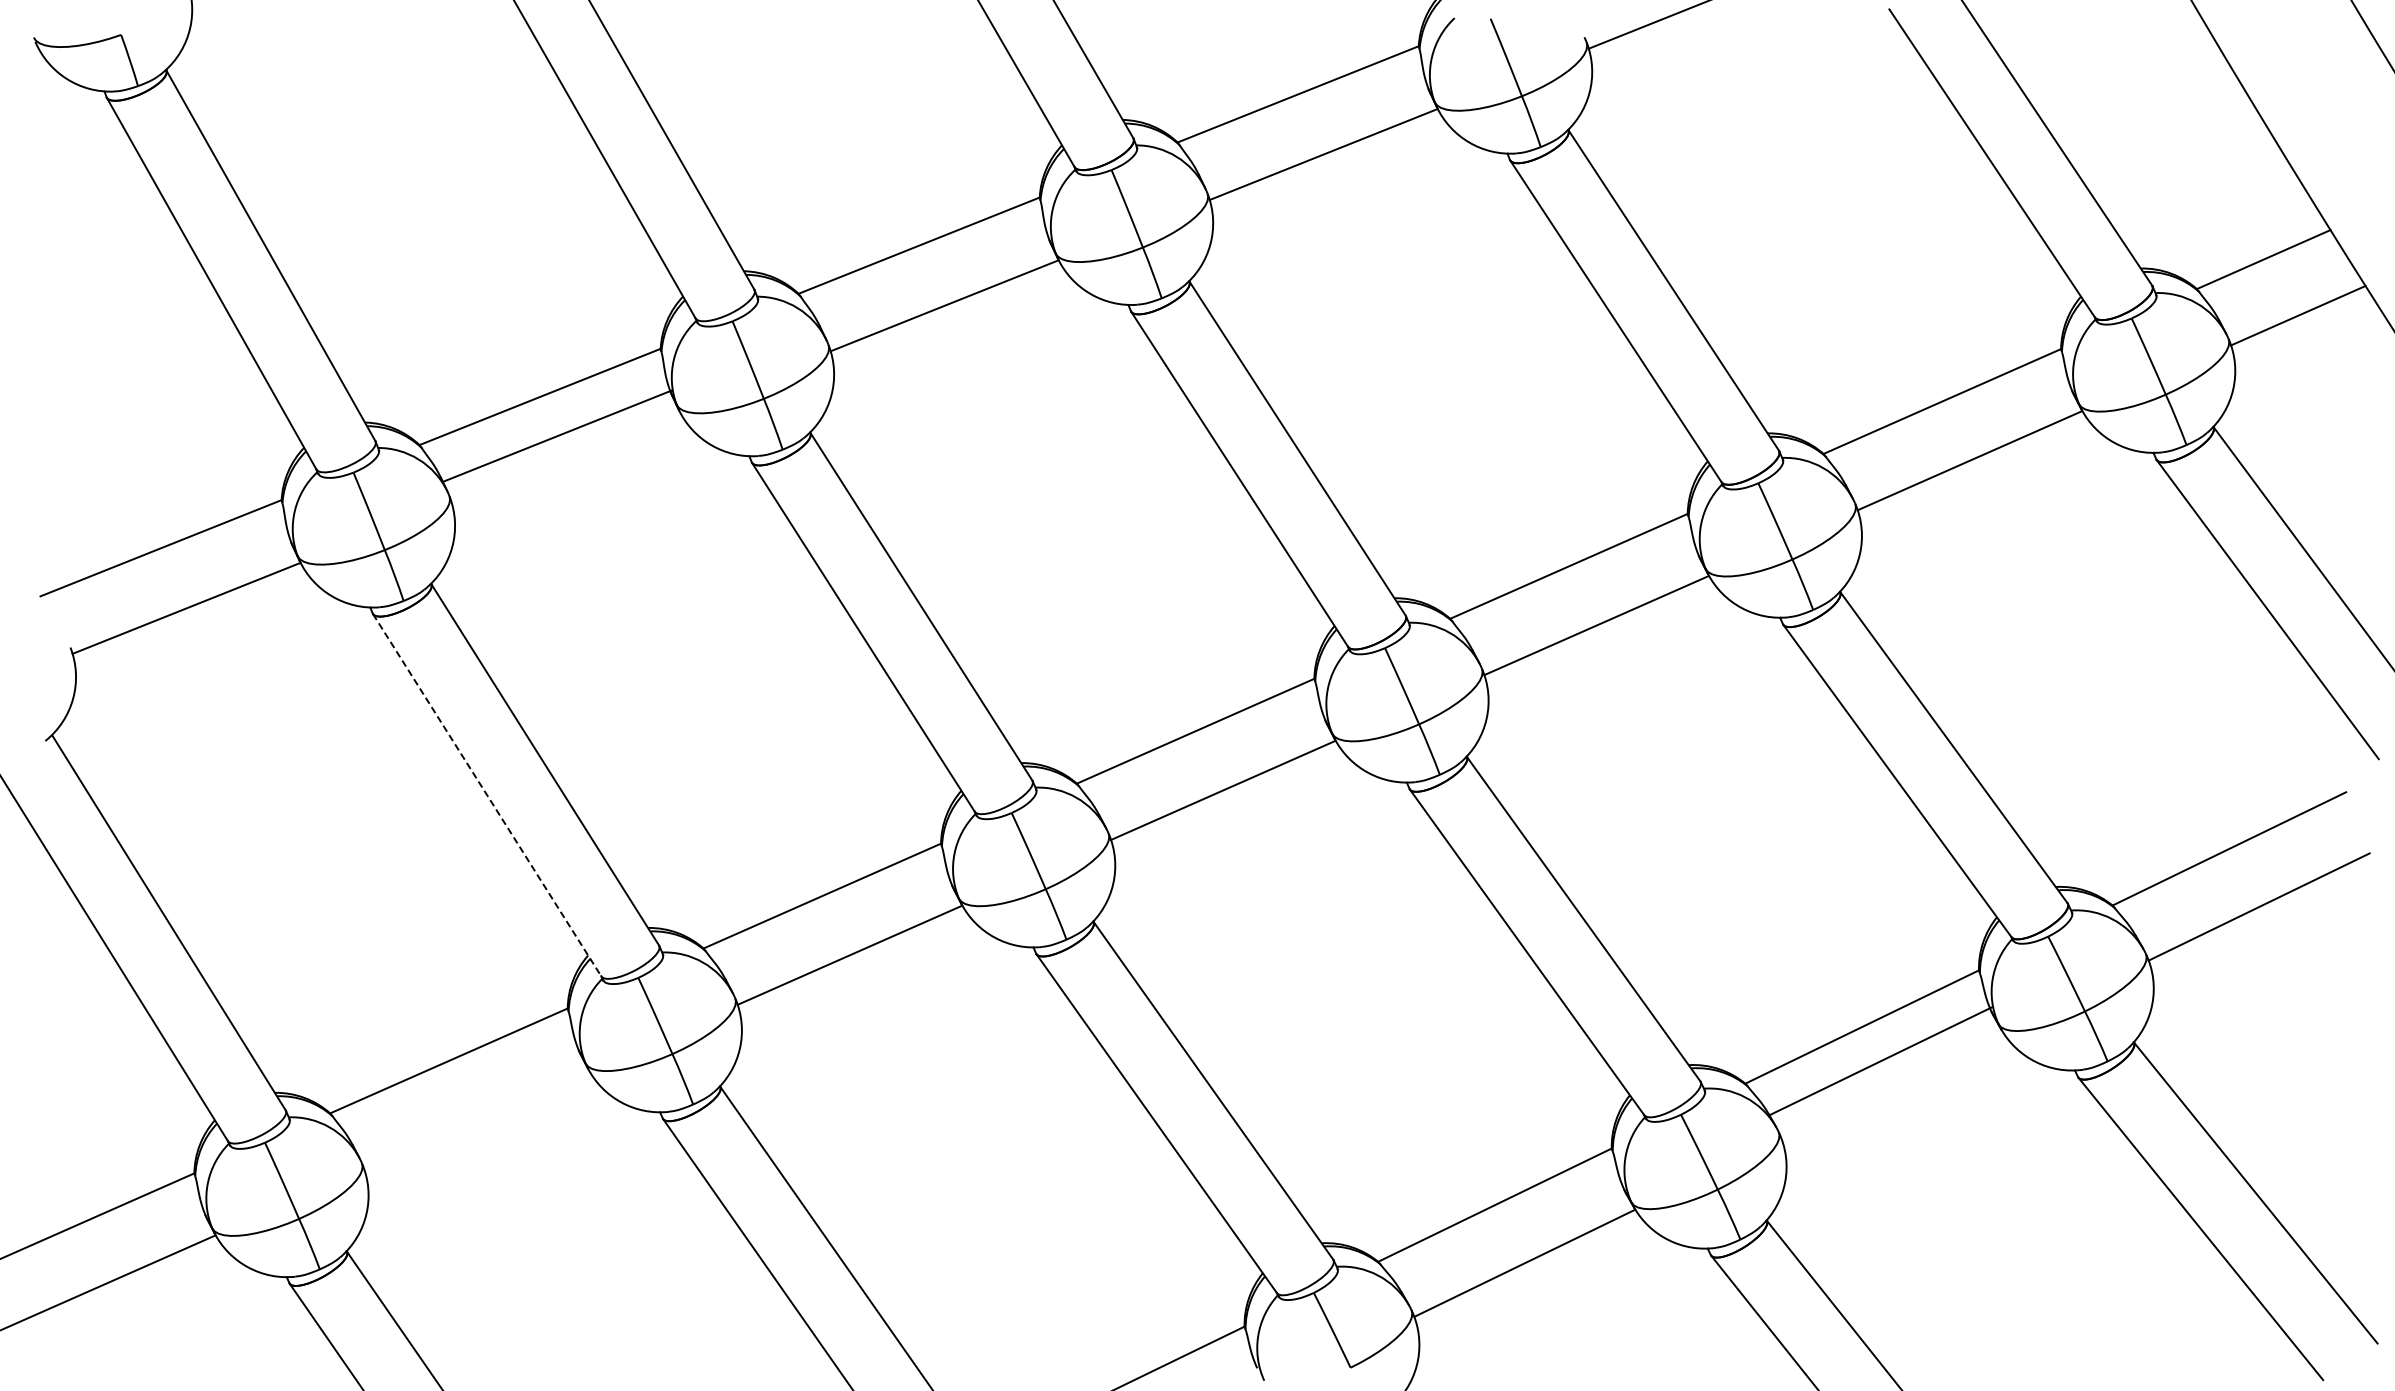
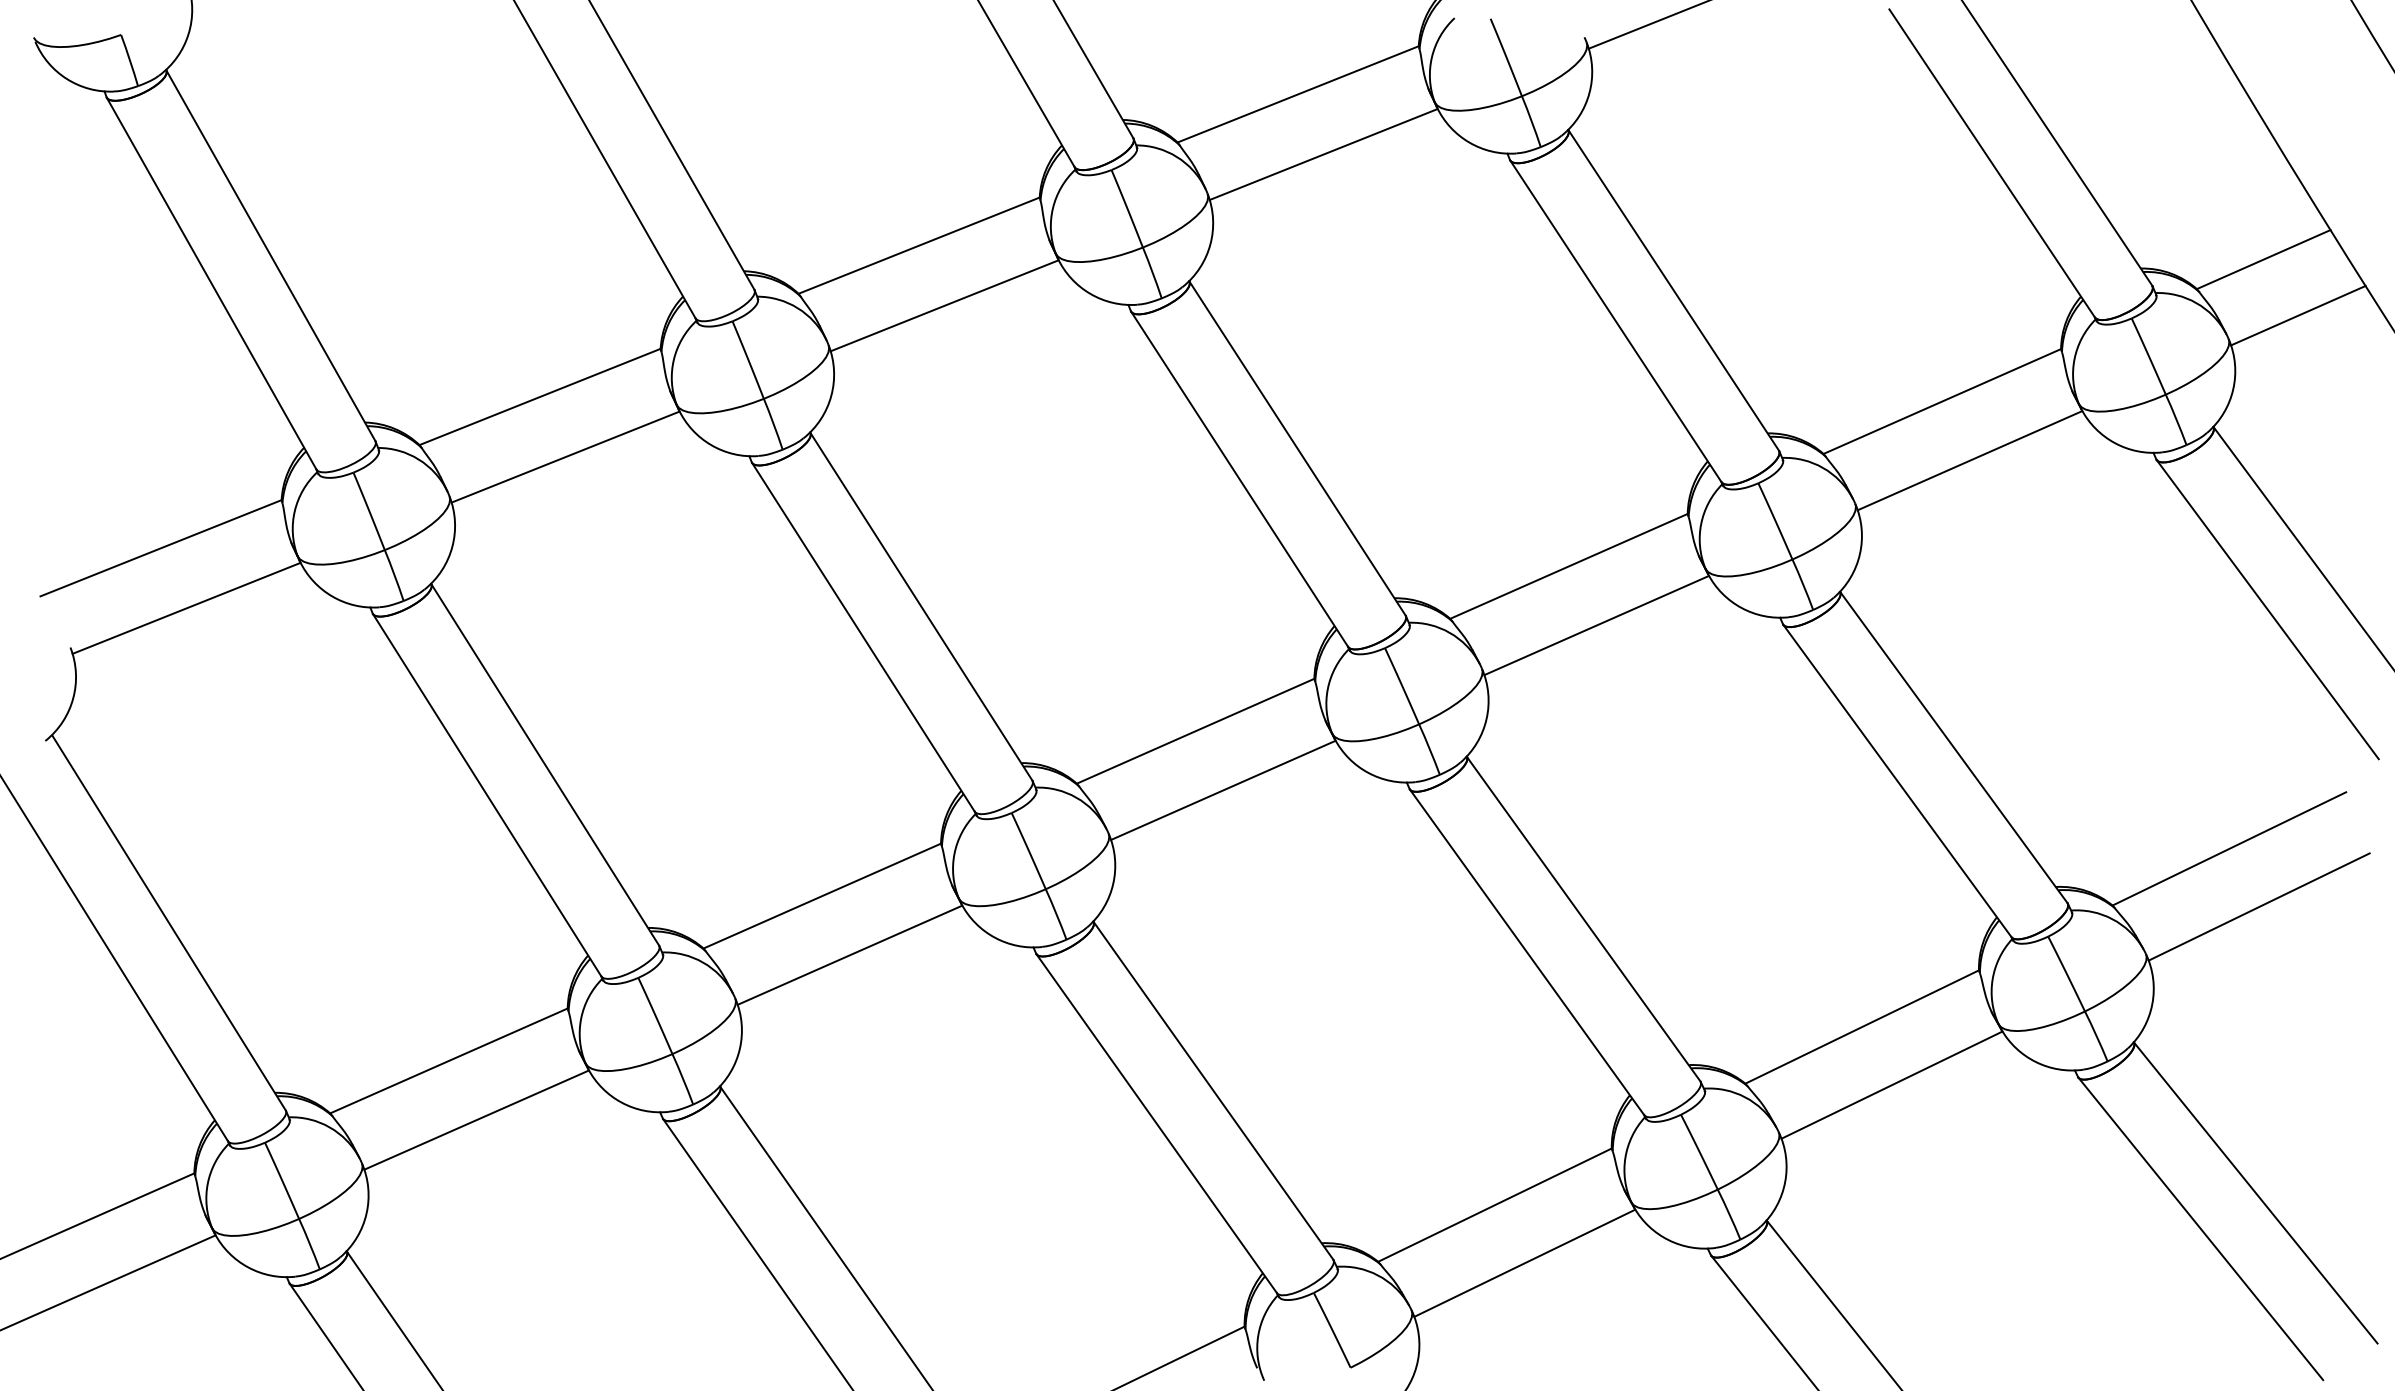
line at (557, 435) position: (557, 435) -> (565, 456)
line at (487, 795): dashed -> solid
line at (1880, 1060) position: (1880, 1060) -> (1891, 1084)
line at (476, 1119): none -> present
